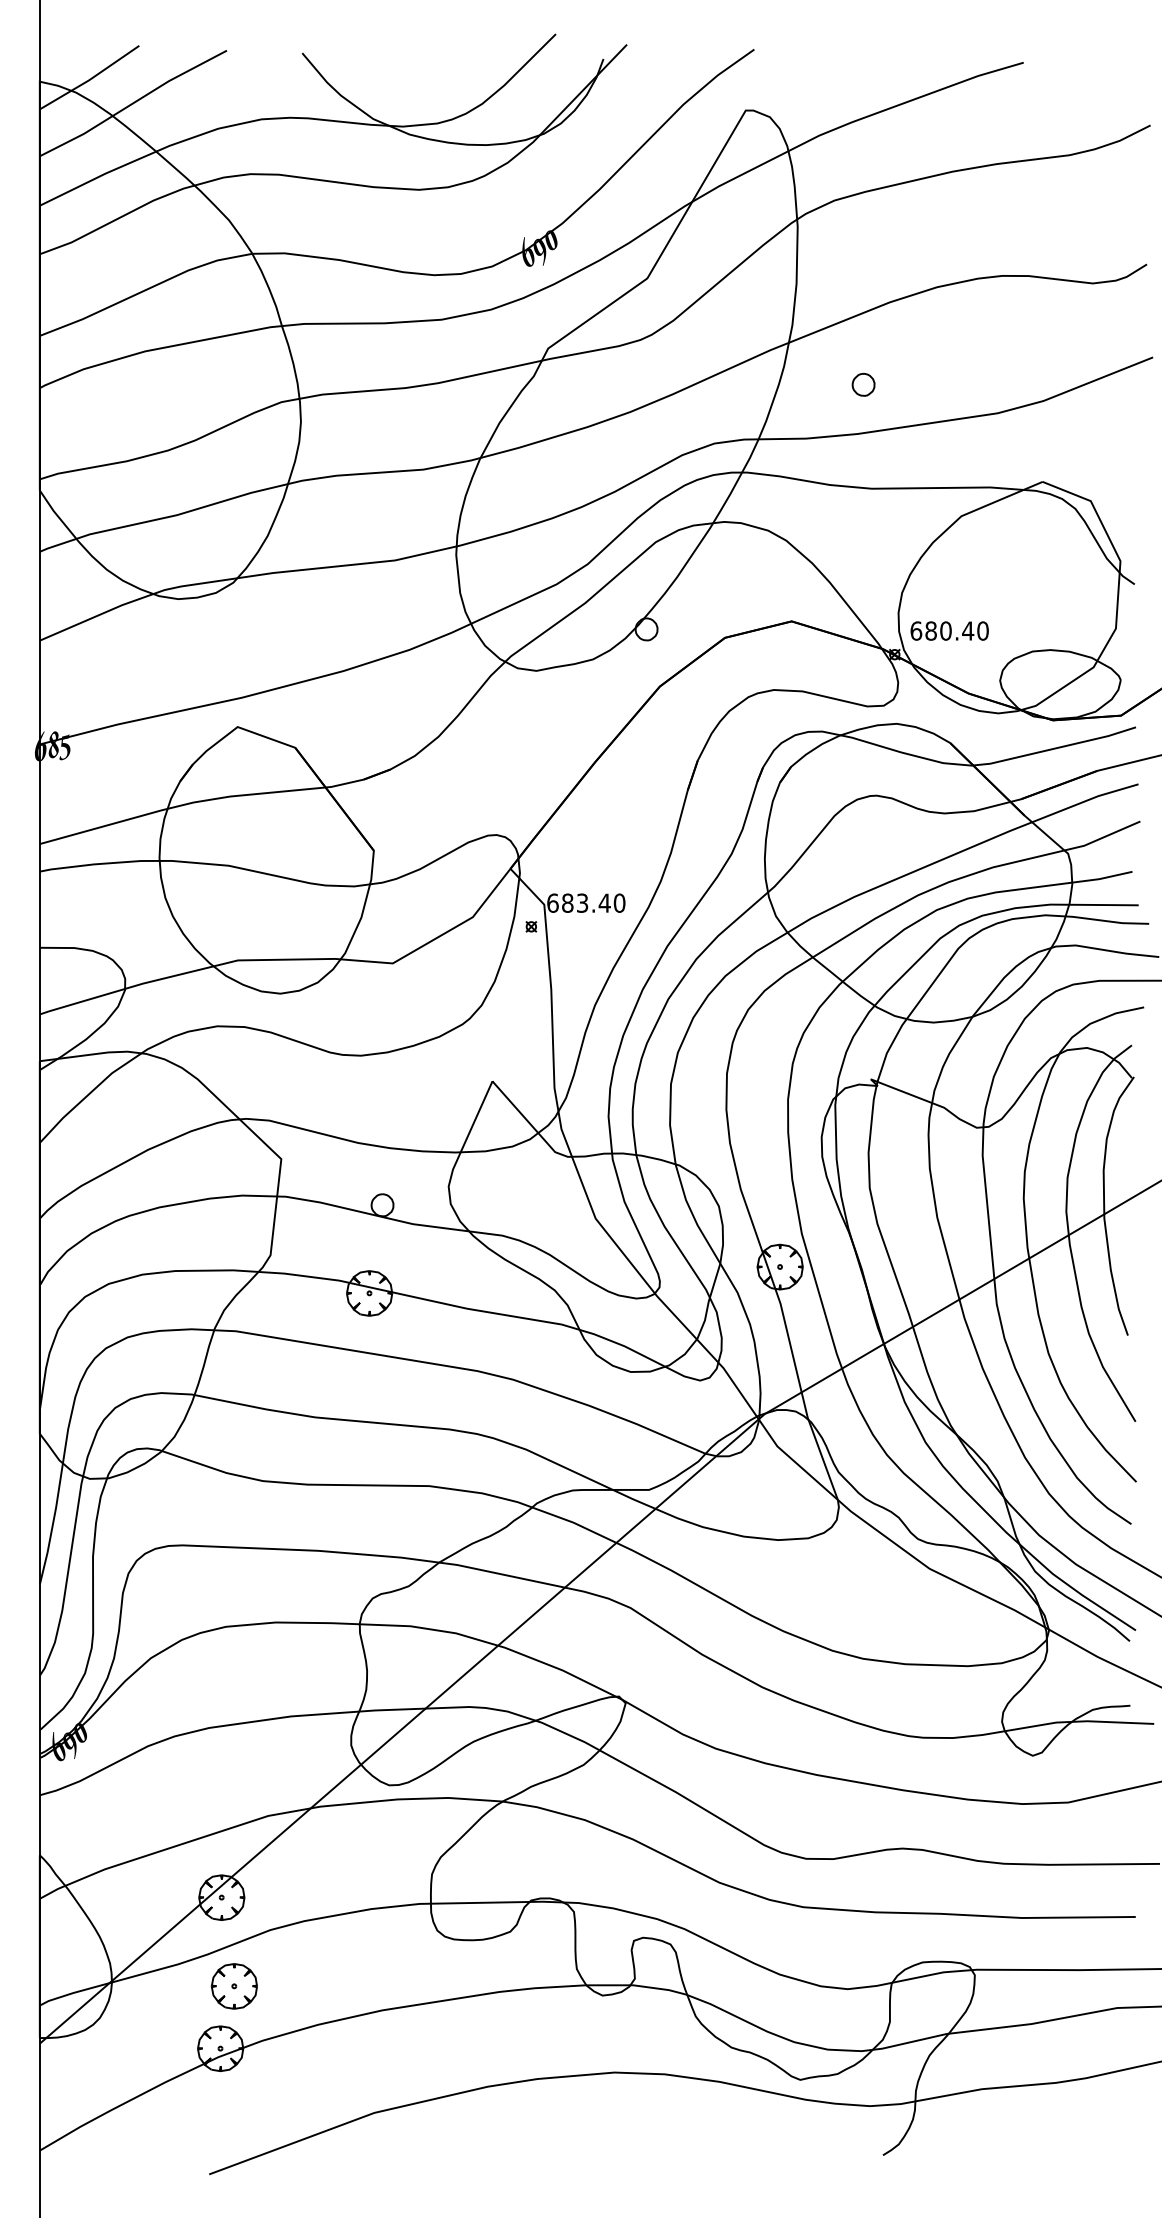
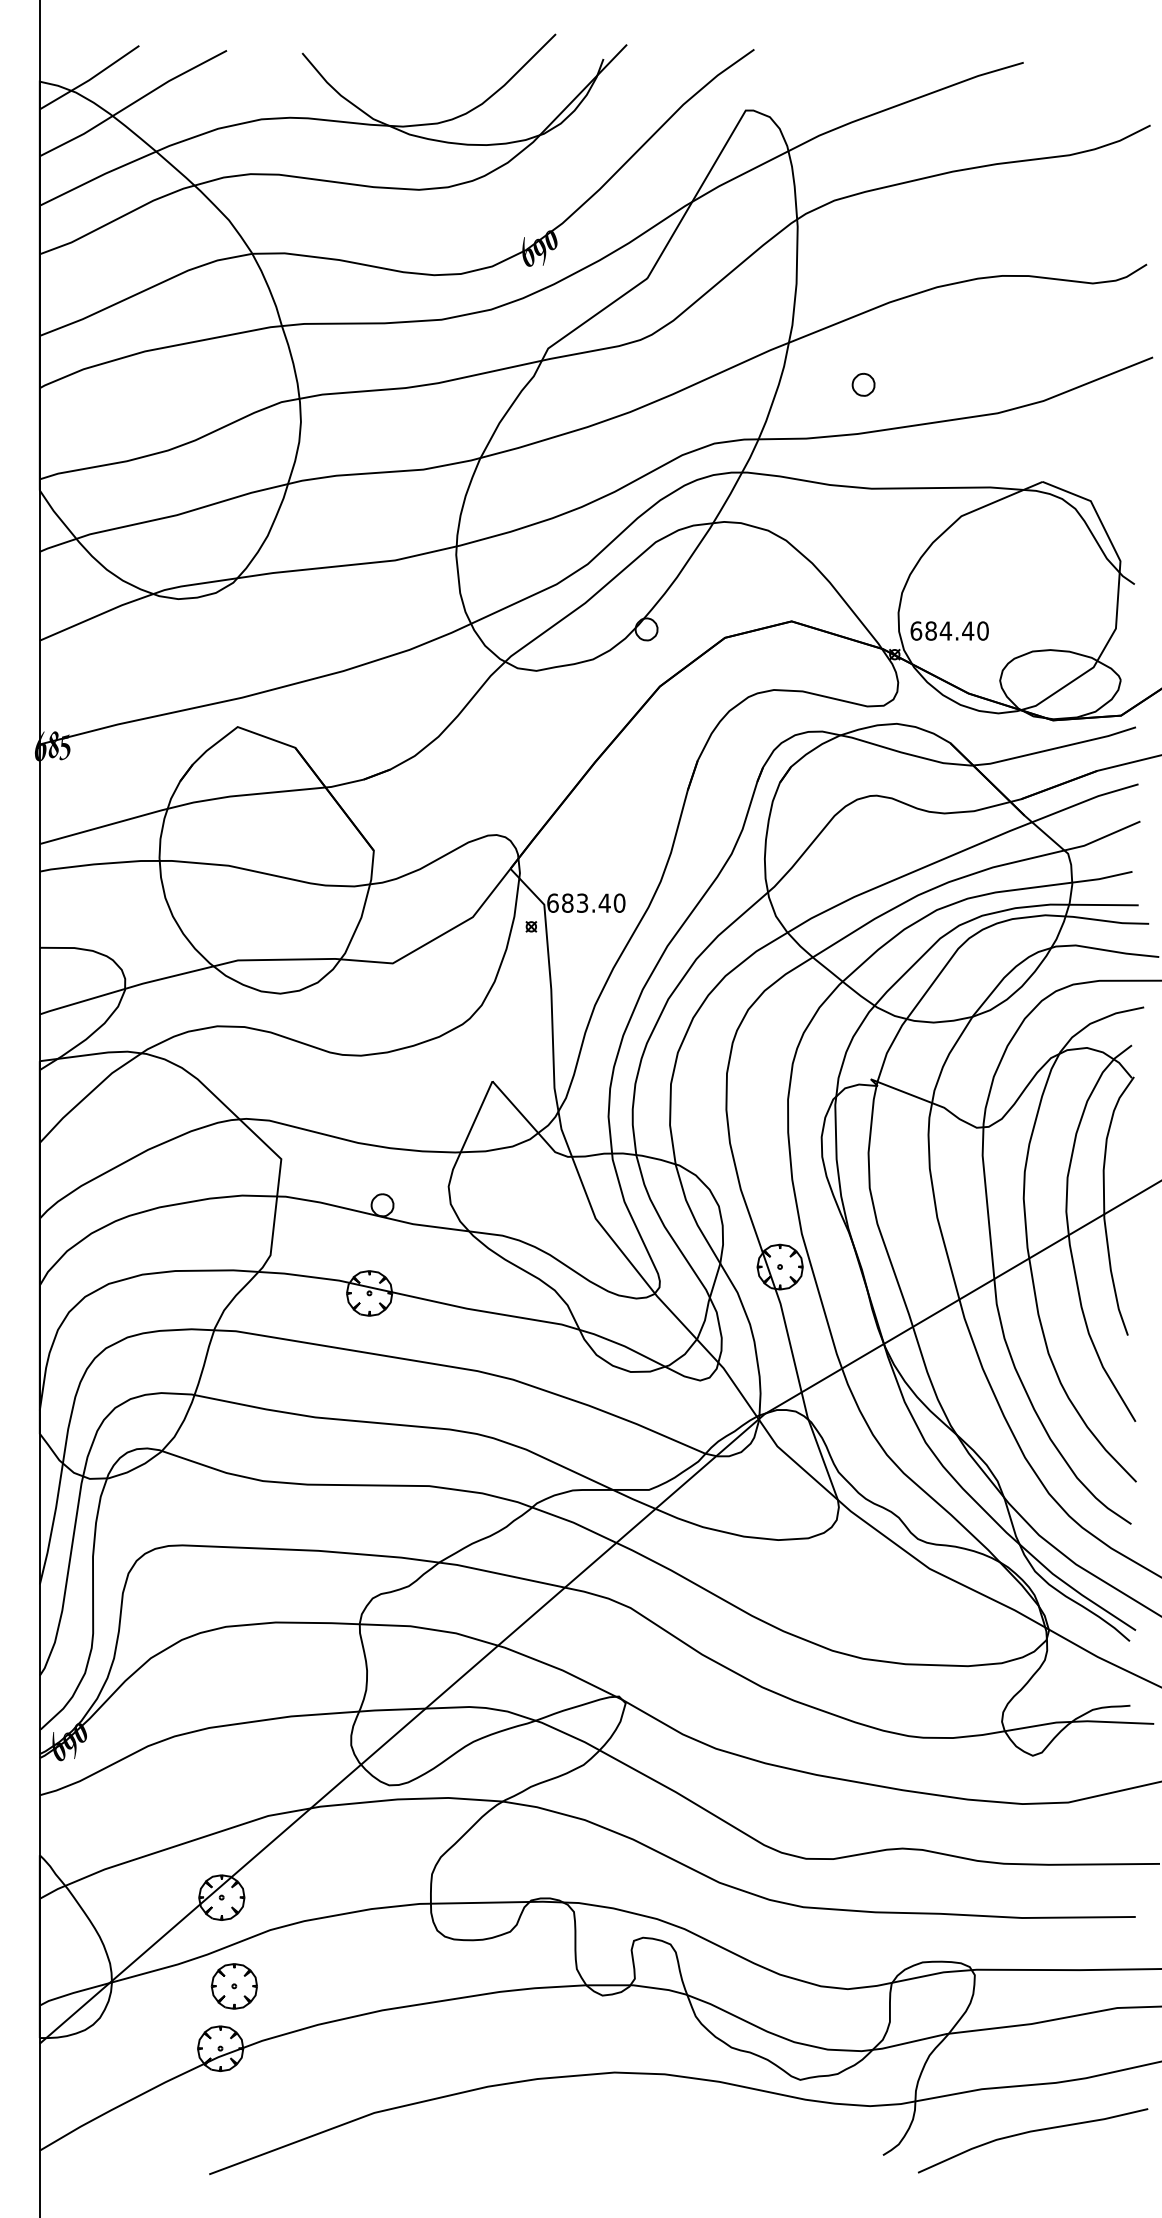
text at (945, 630): 680.40 -> 684.40
curve at (1032, 2132): none -> present
